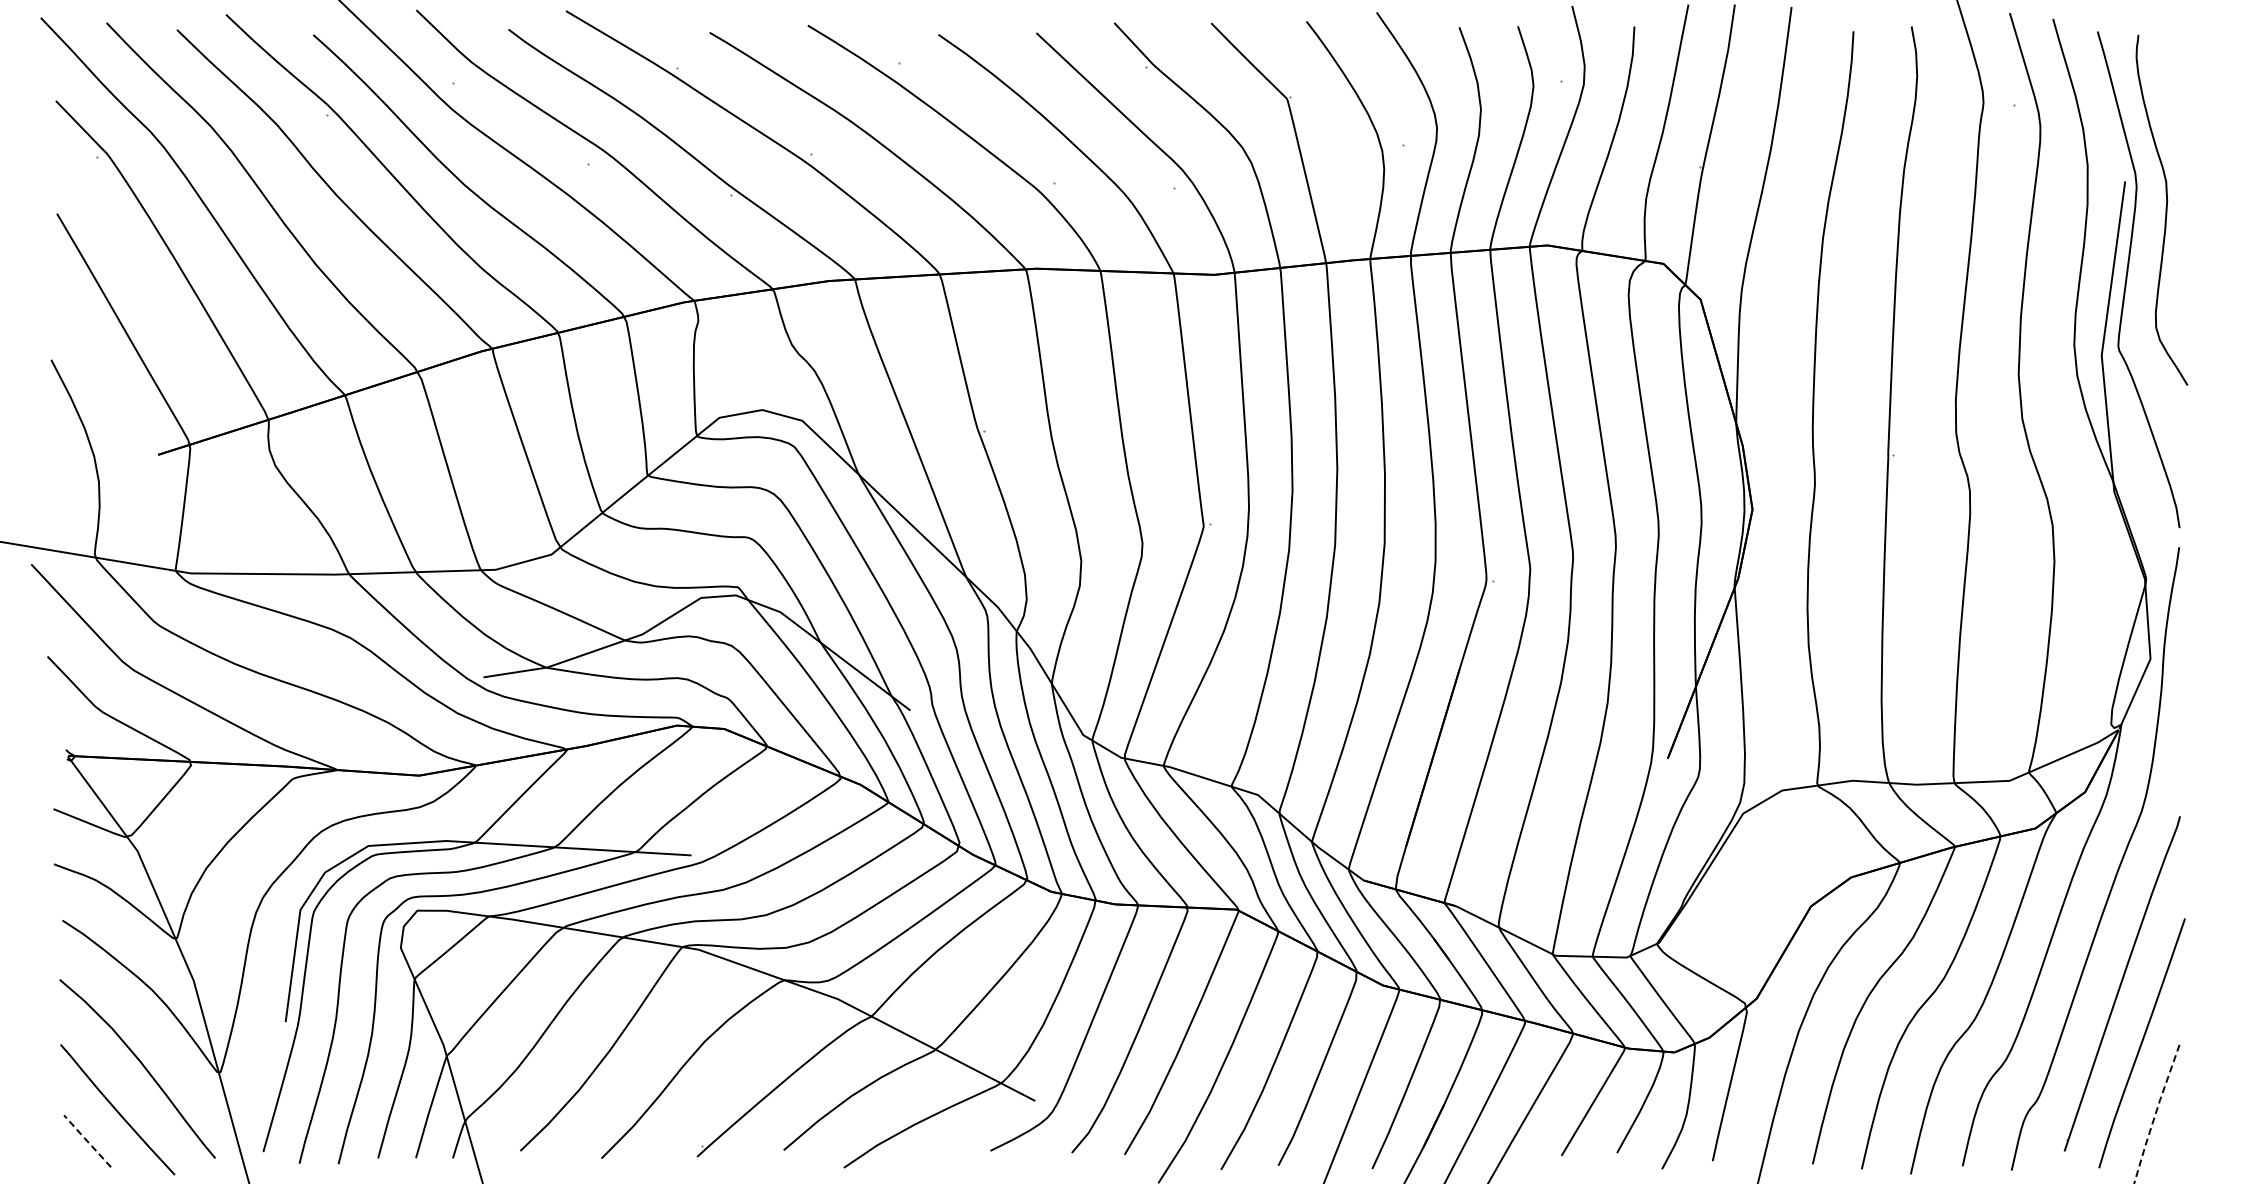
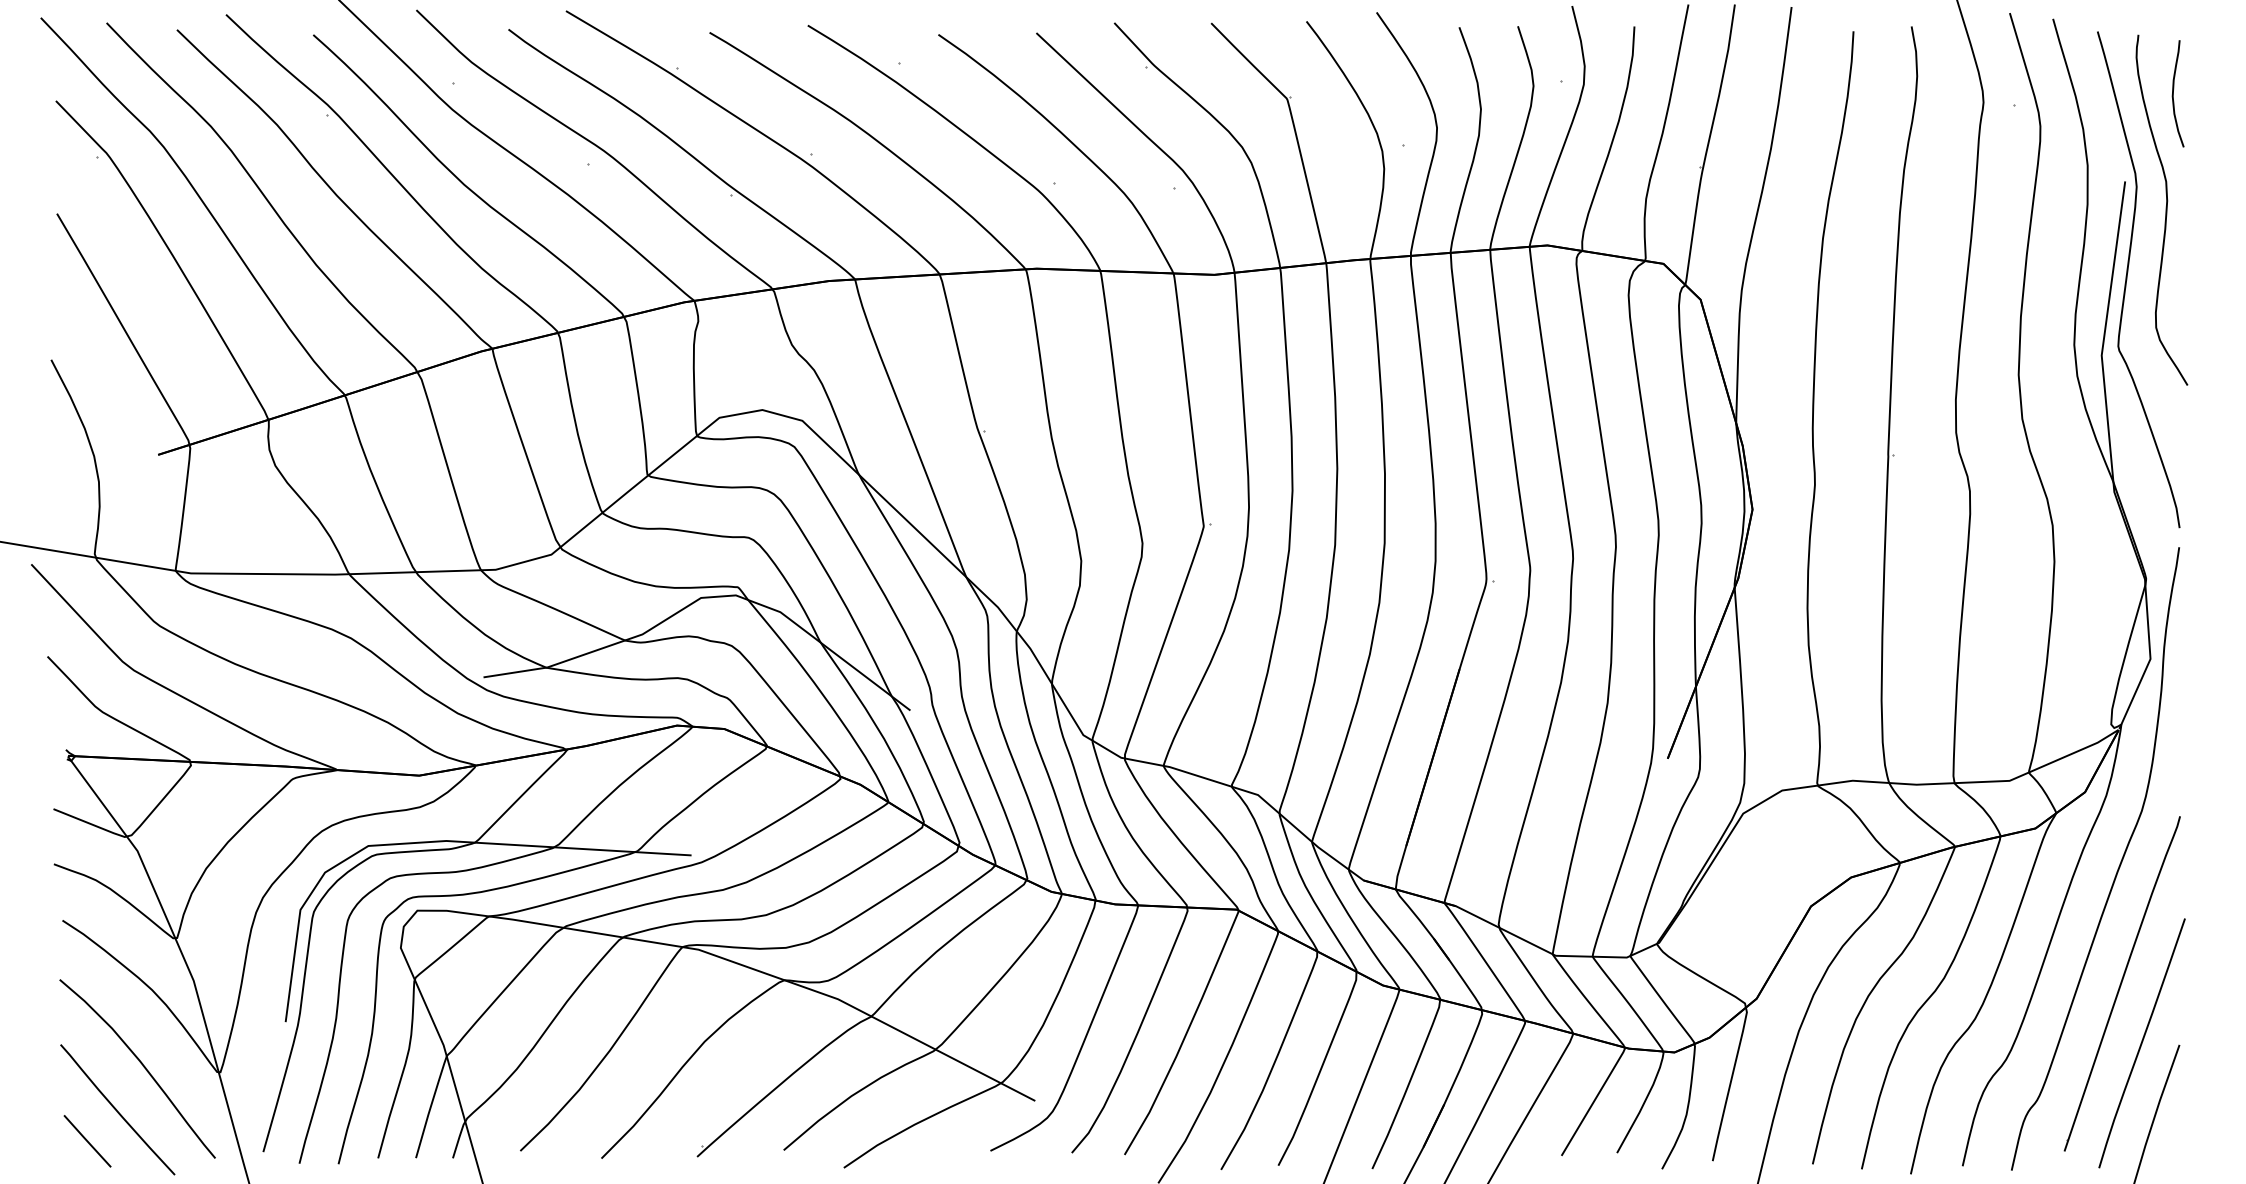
curve at (2173, 93): none -> present
line at (2155, 1114): dashed -> solid
line at (87, 1141): dashed -> solid
